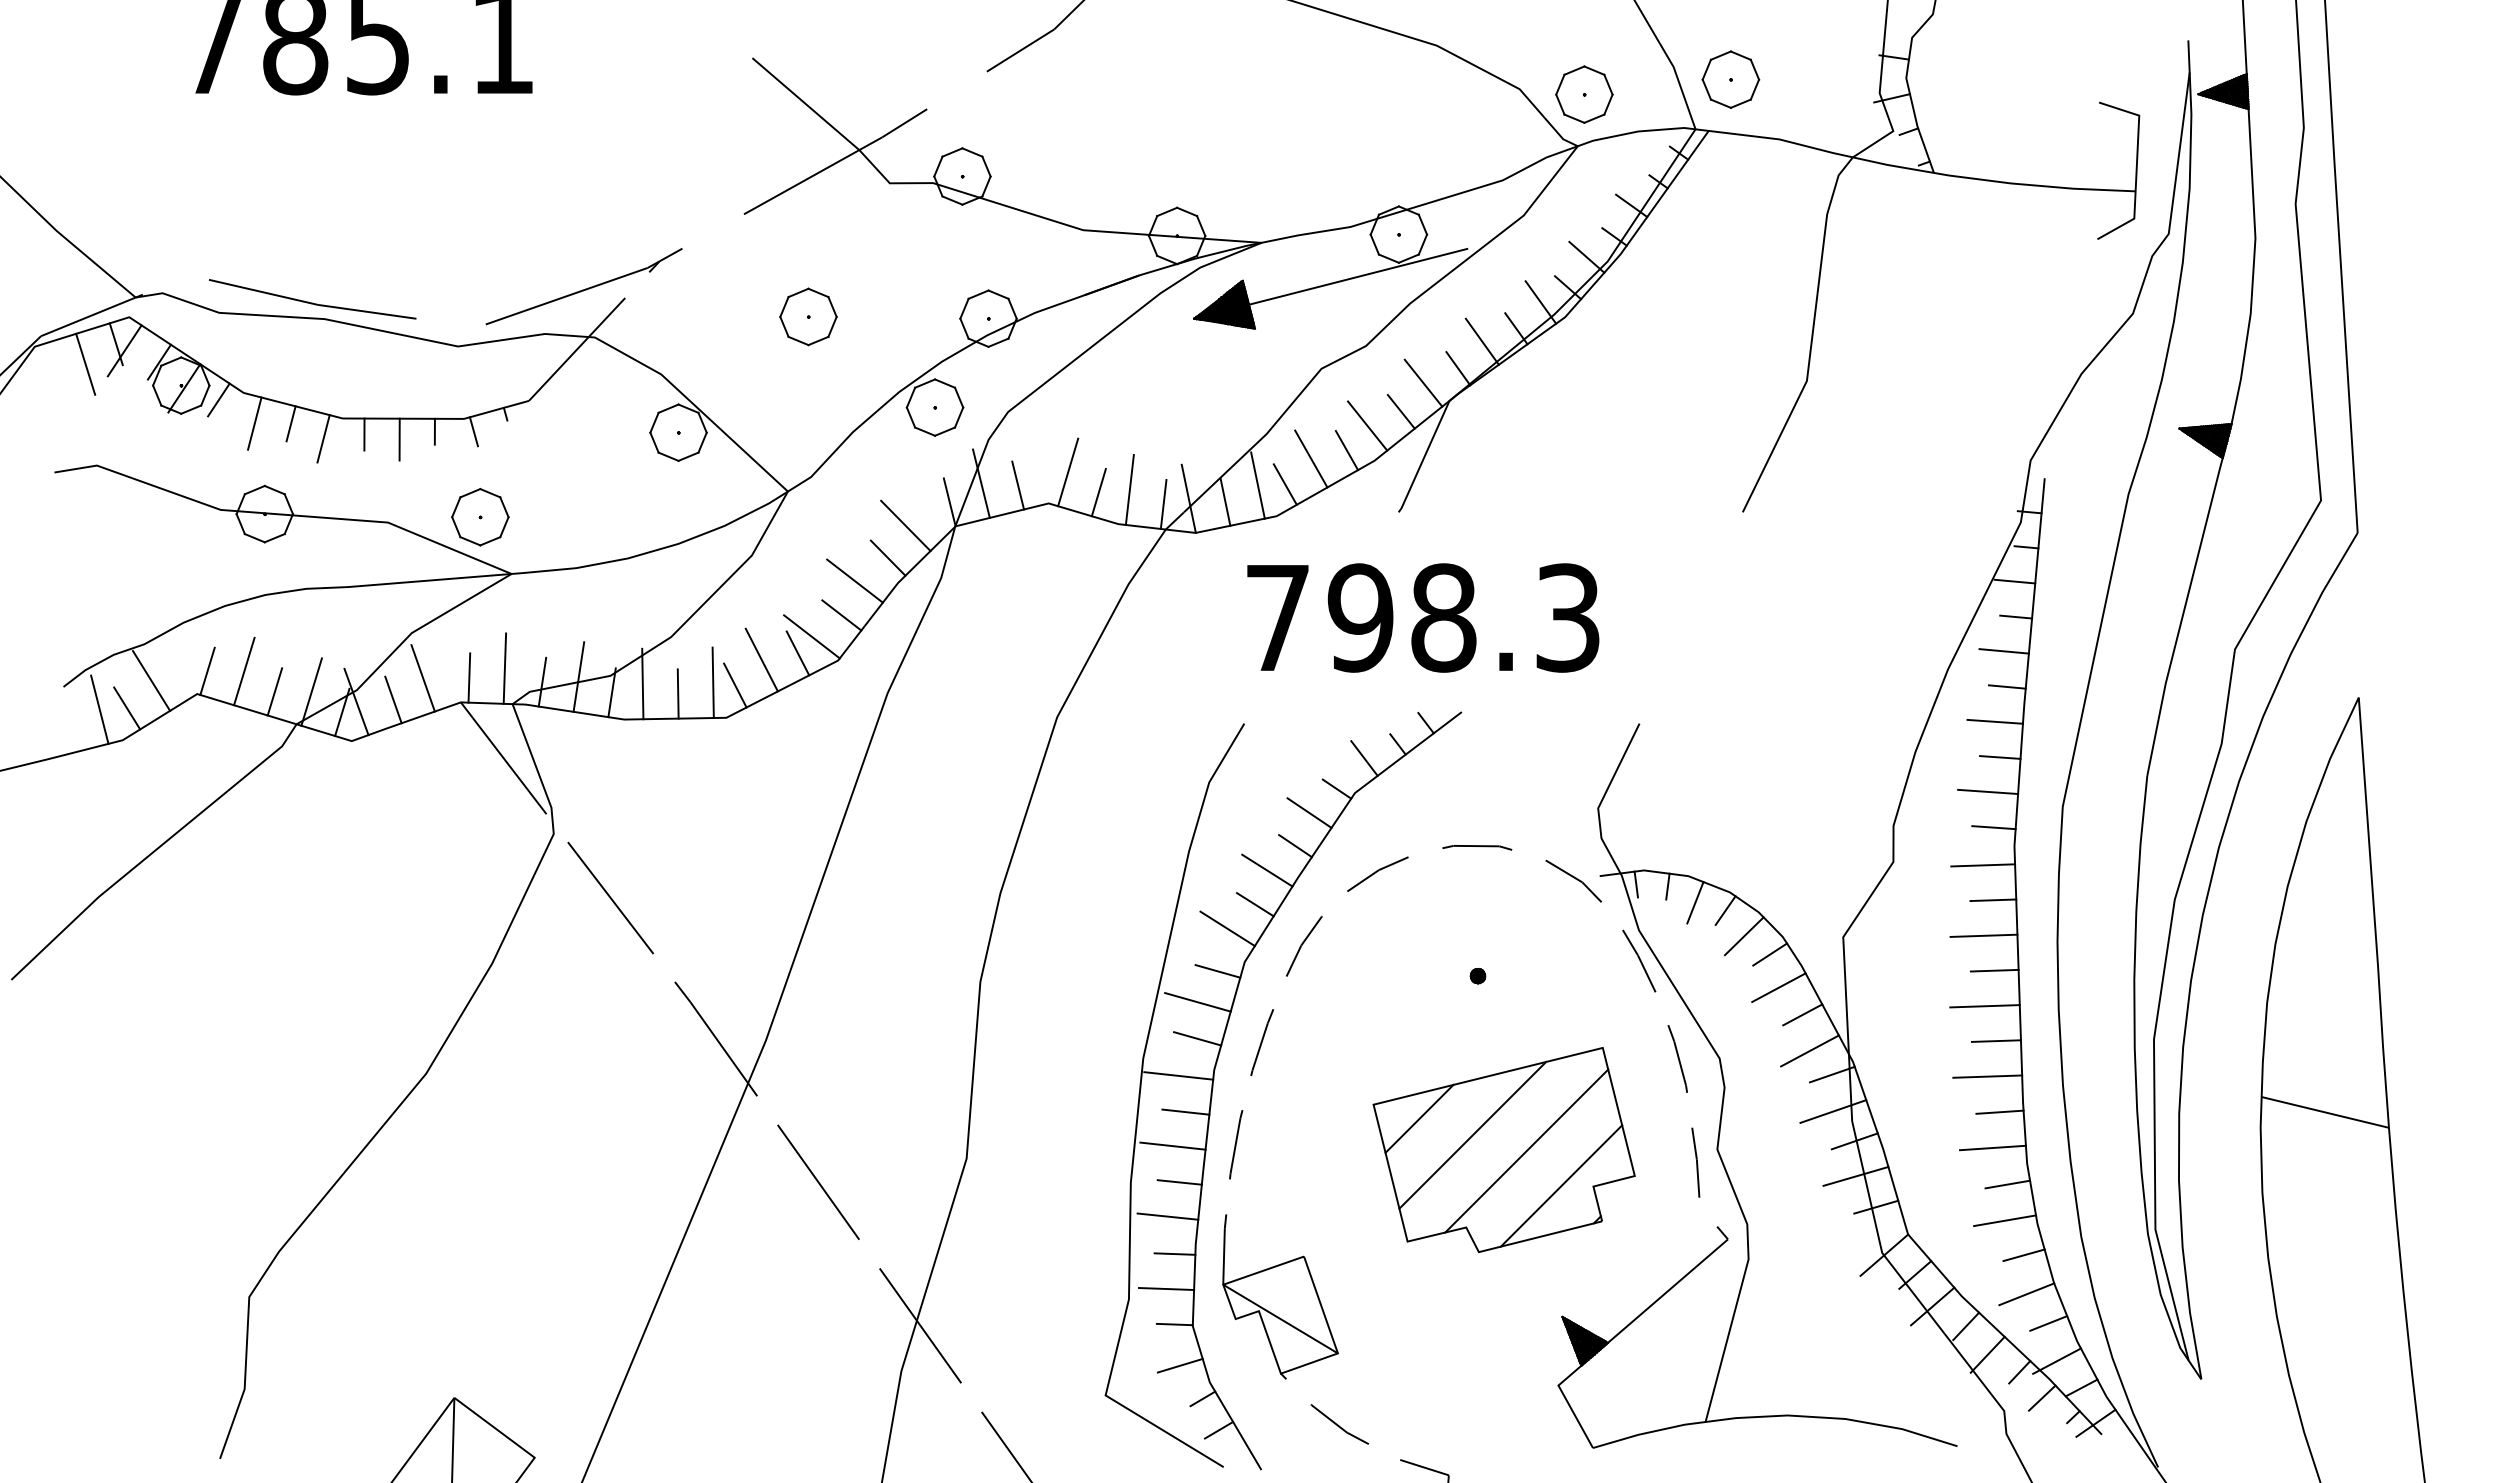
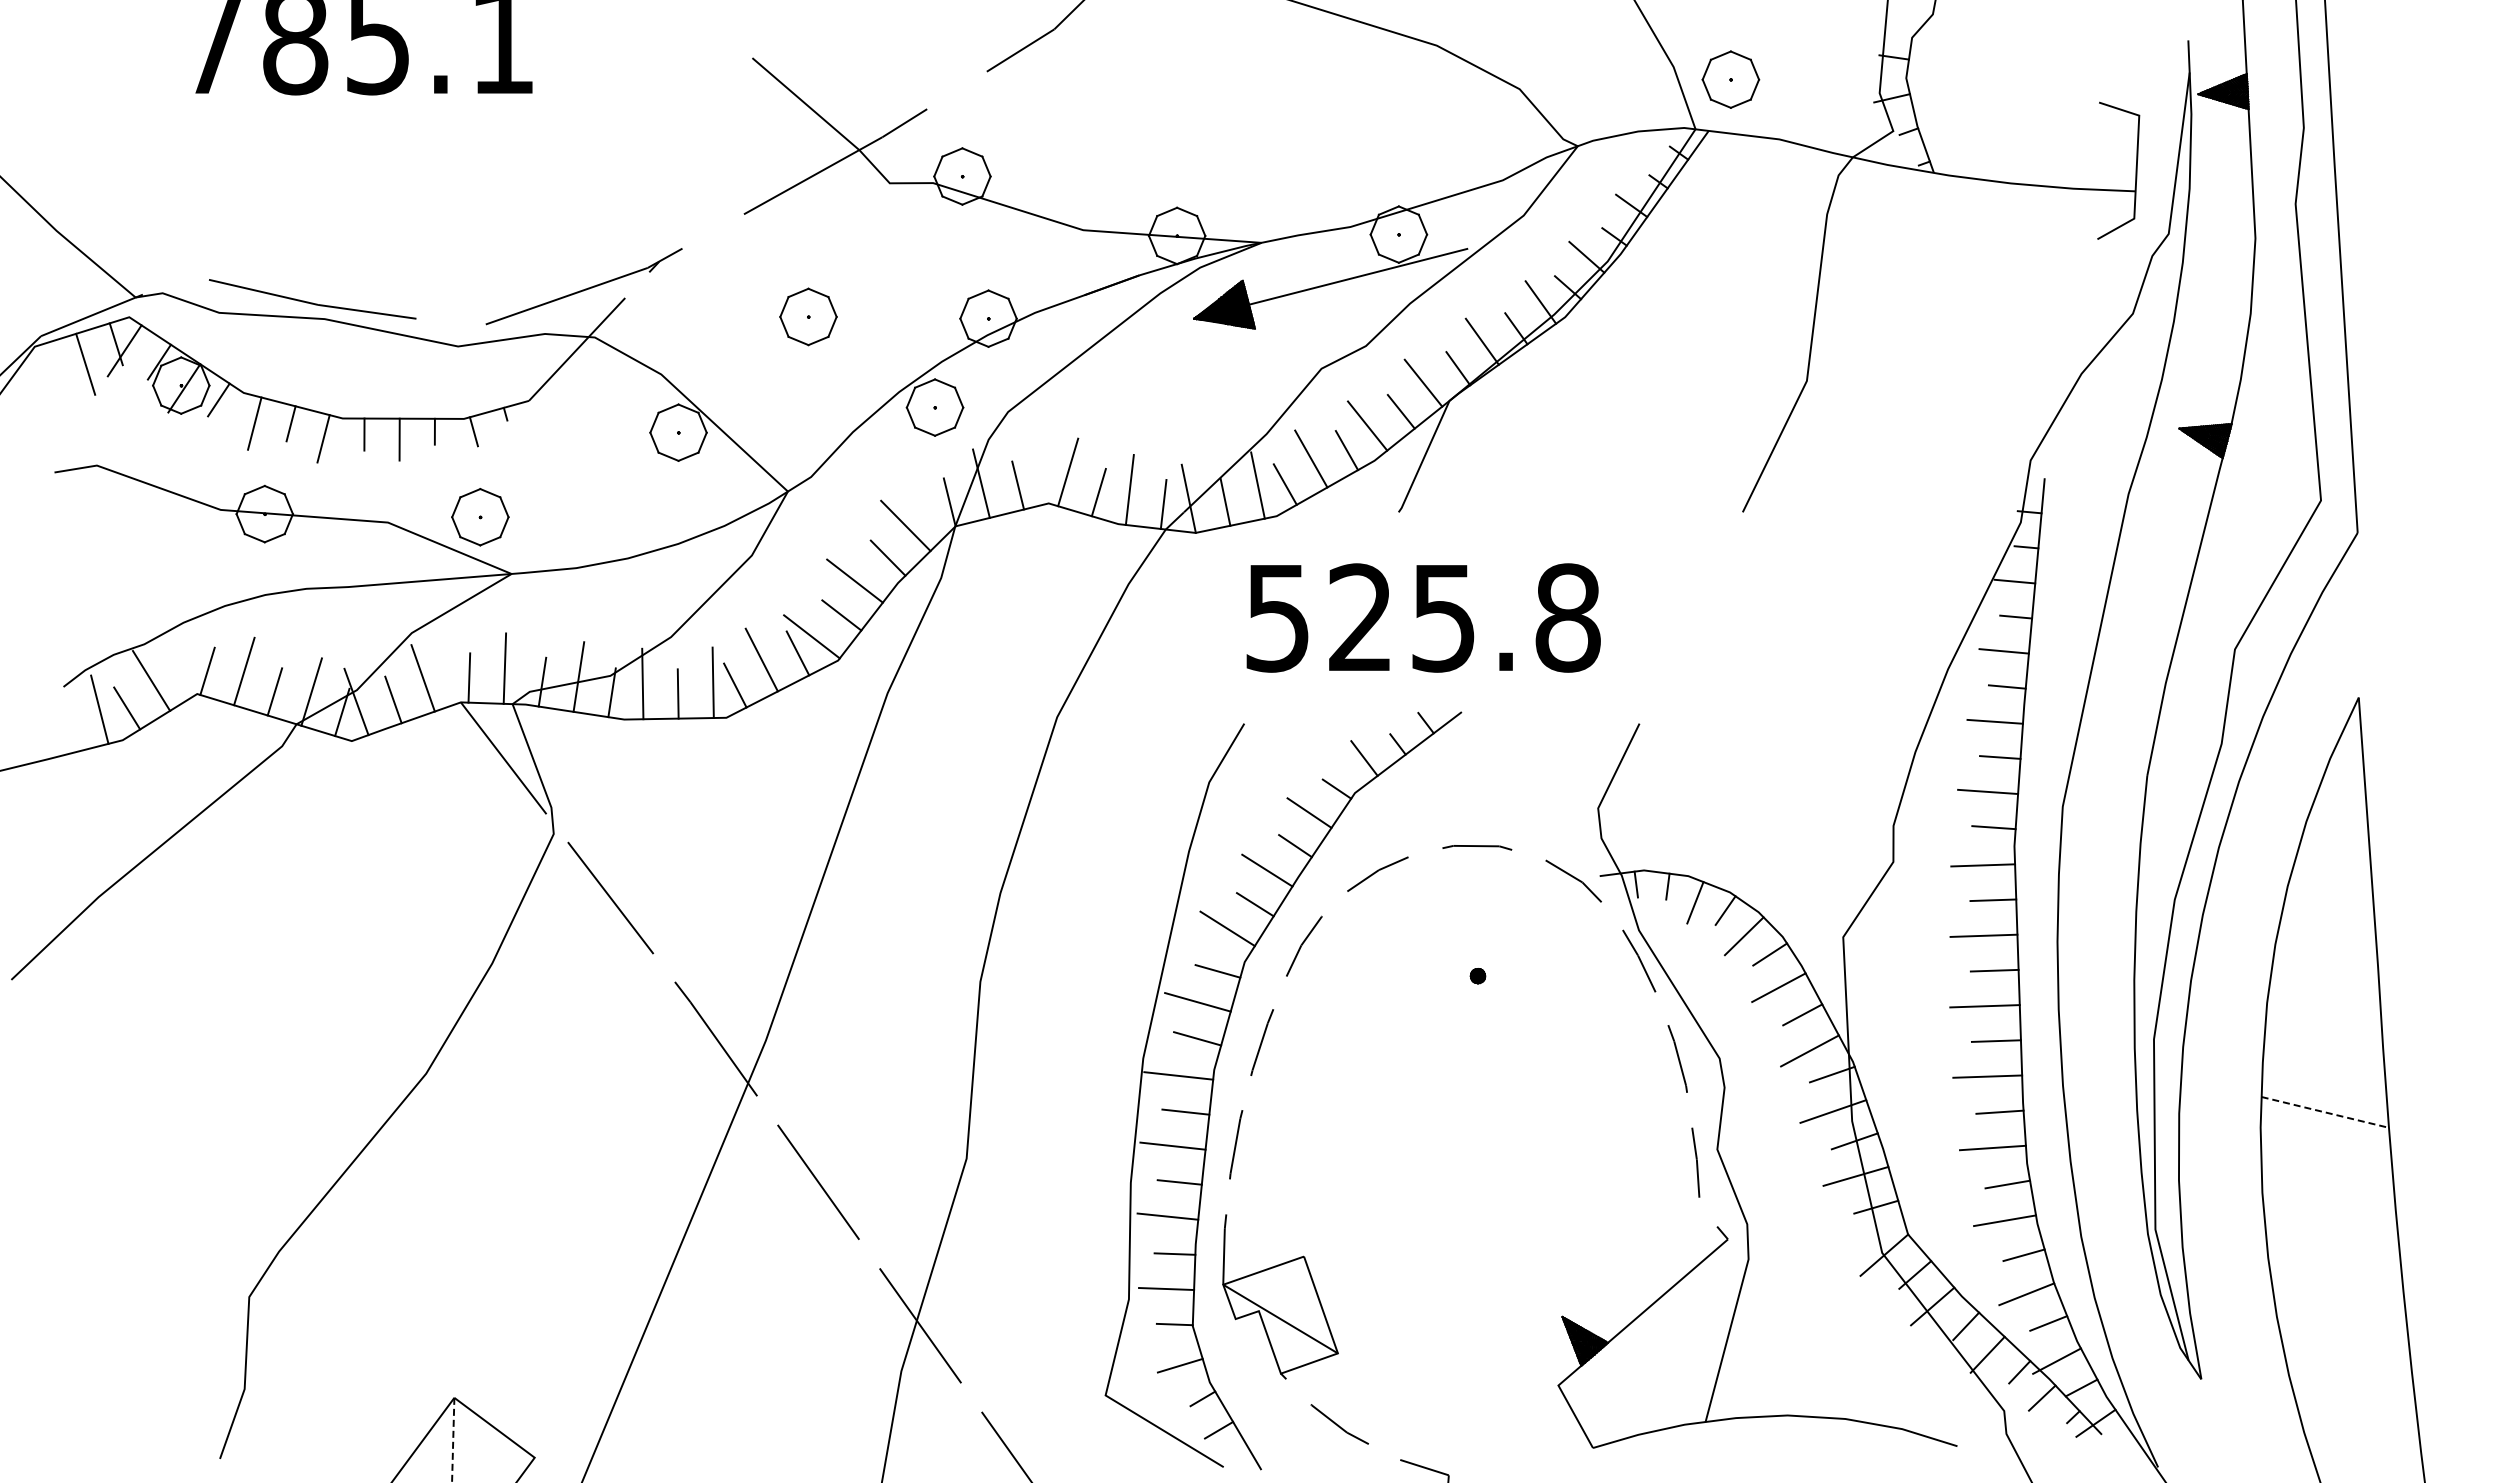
part at (1584, 94): present -> none
text at (1423, 617): 798.3 -> 525.8
line at (2325, 1112): solid -> dashed
part at (1503, 1150): present -> none
line at (453, 1440): solid -> dashed
